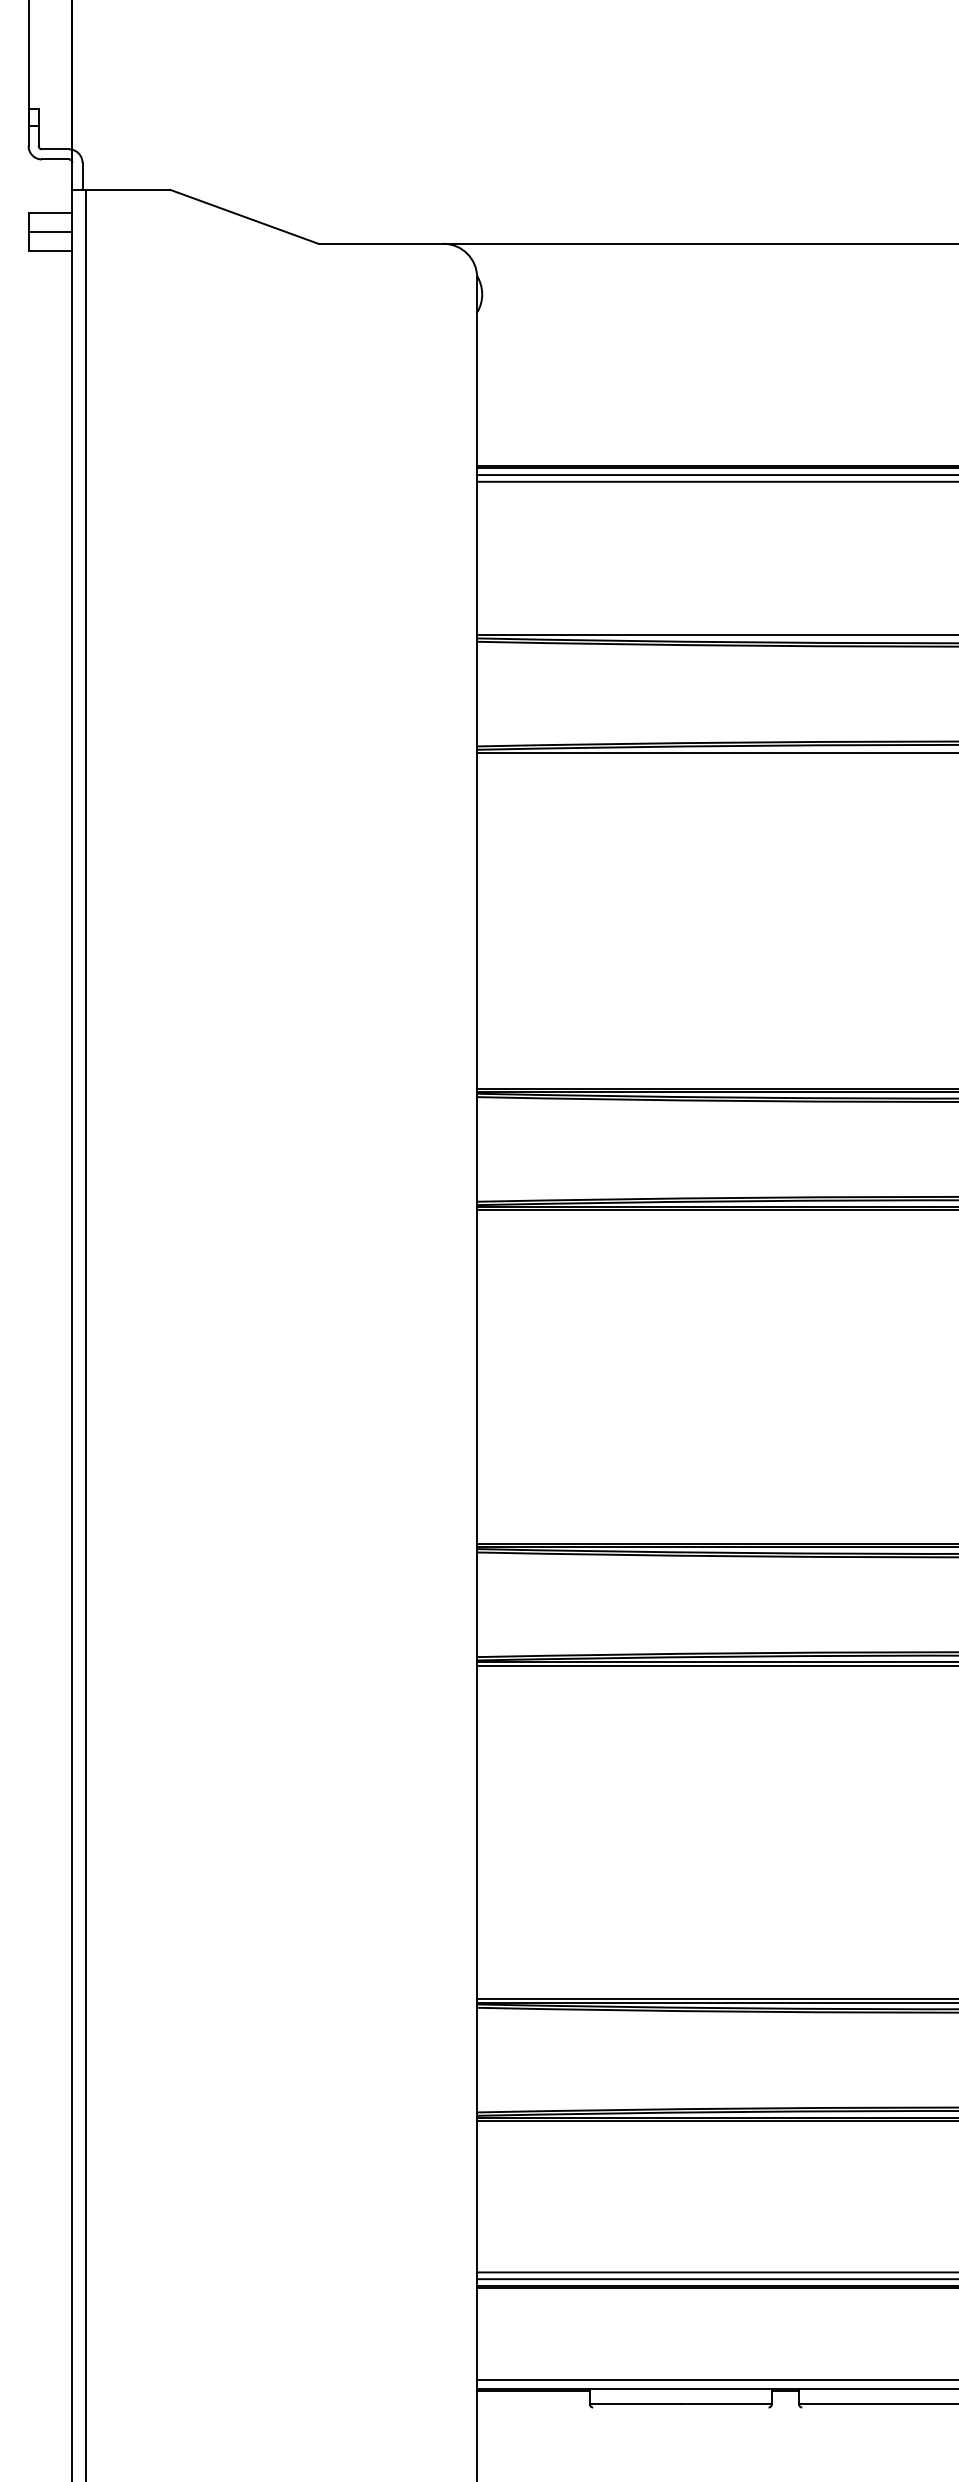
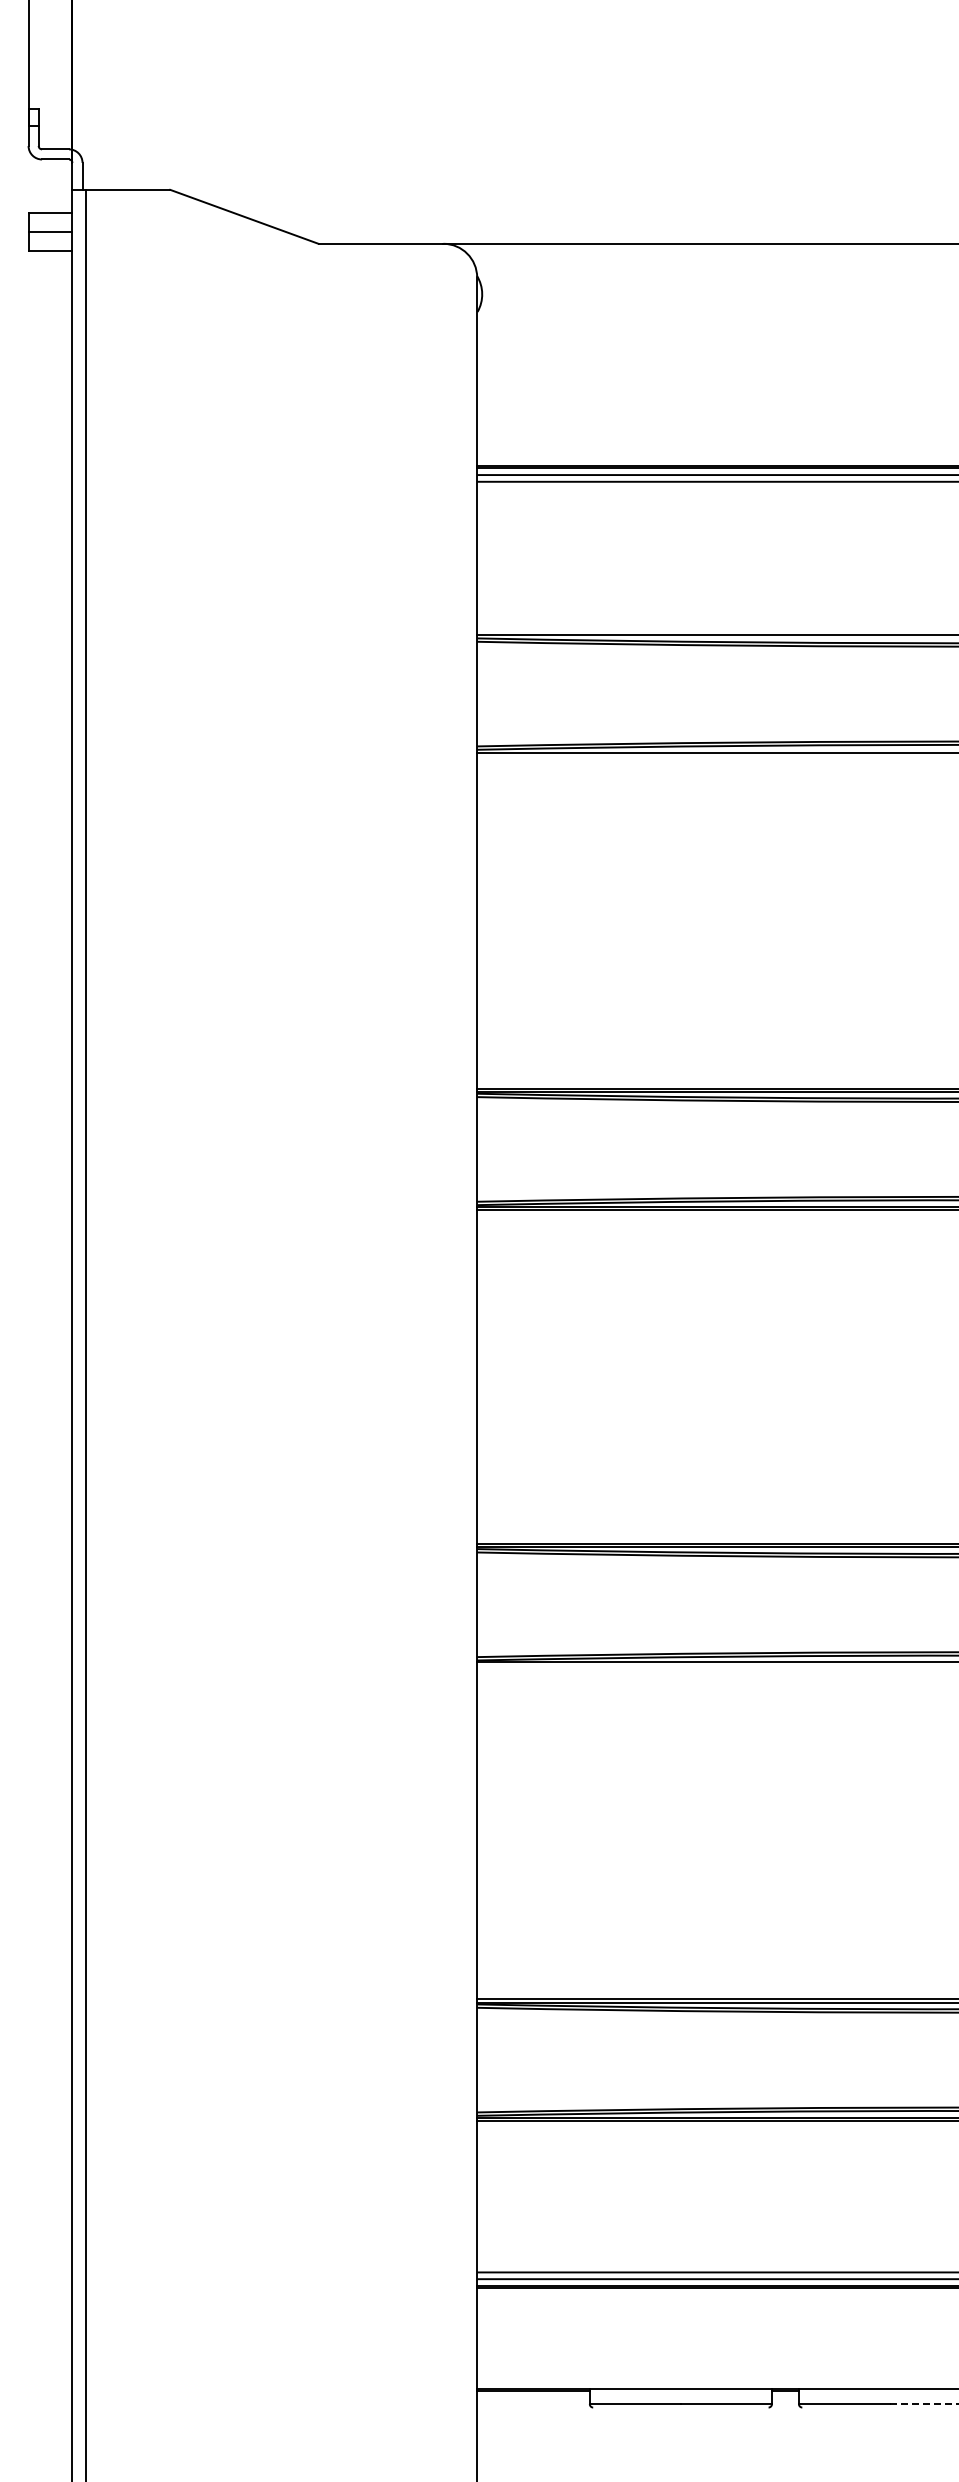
line at (716, 1665): present -> none
line at (716, 2380): present -> none
line at (924, 2404): solid -> dashed
